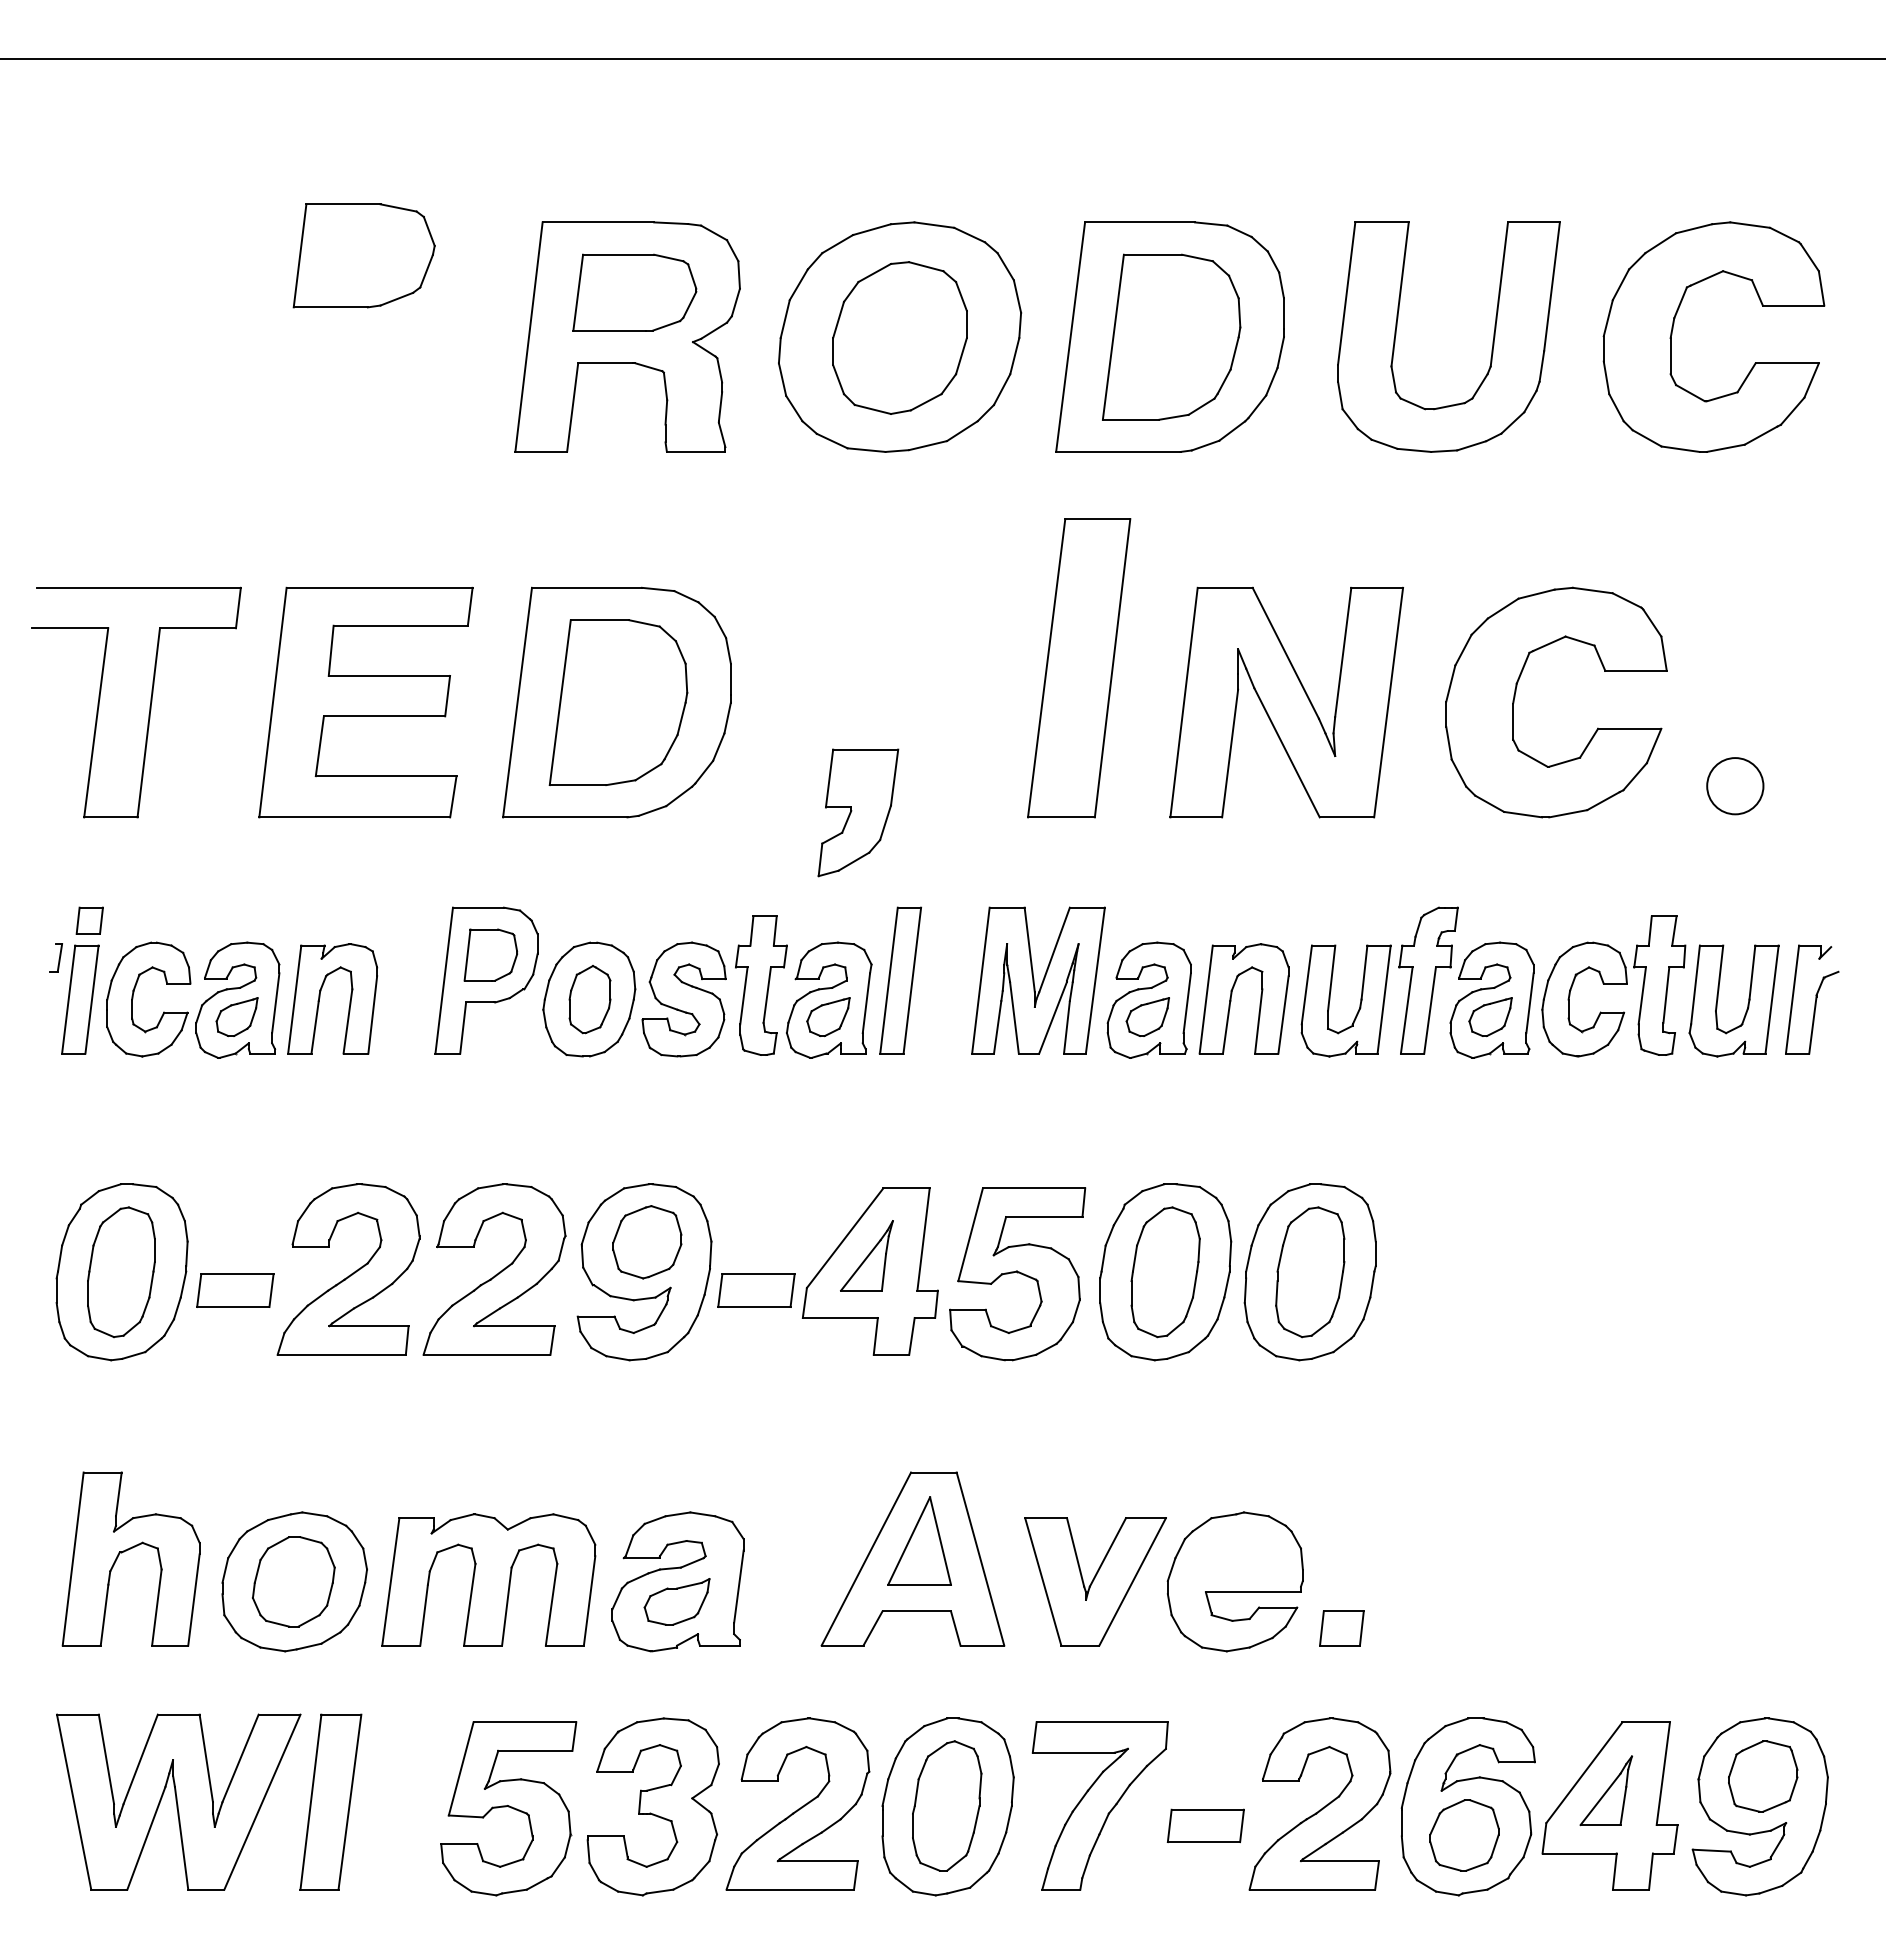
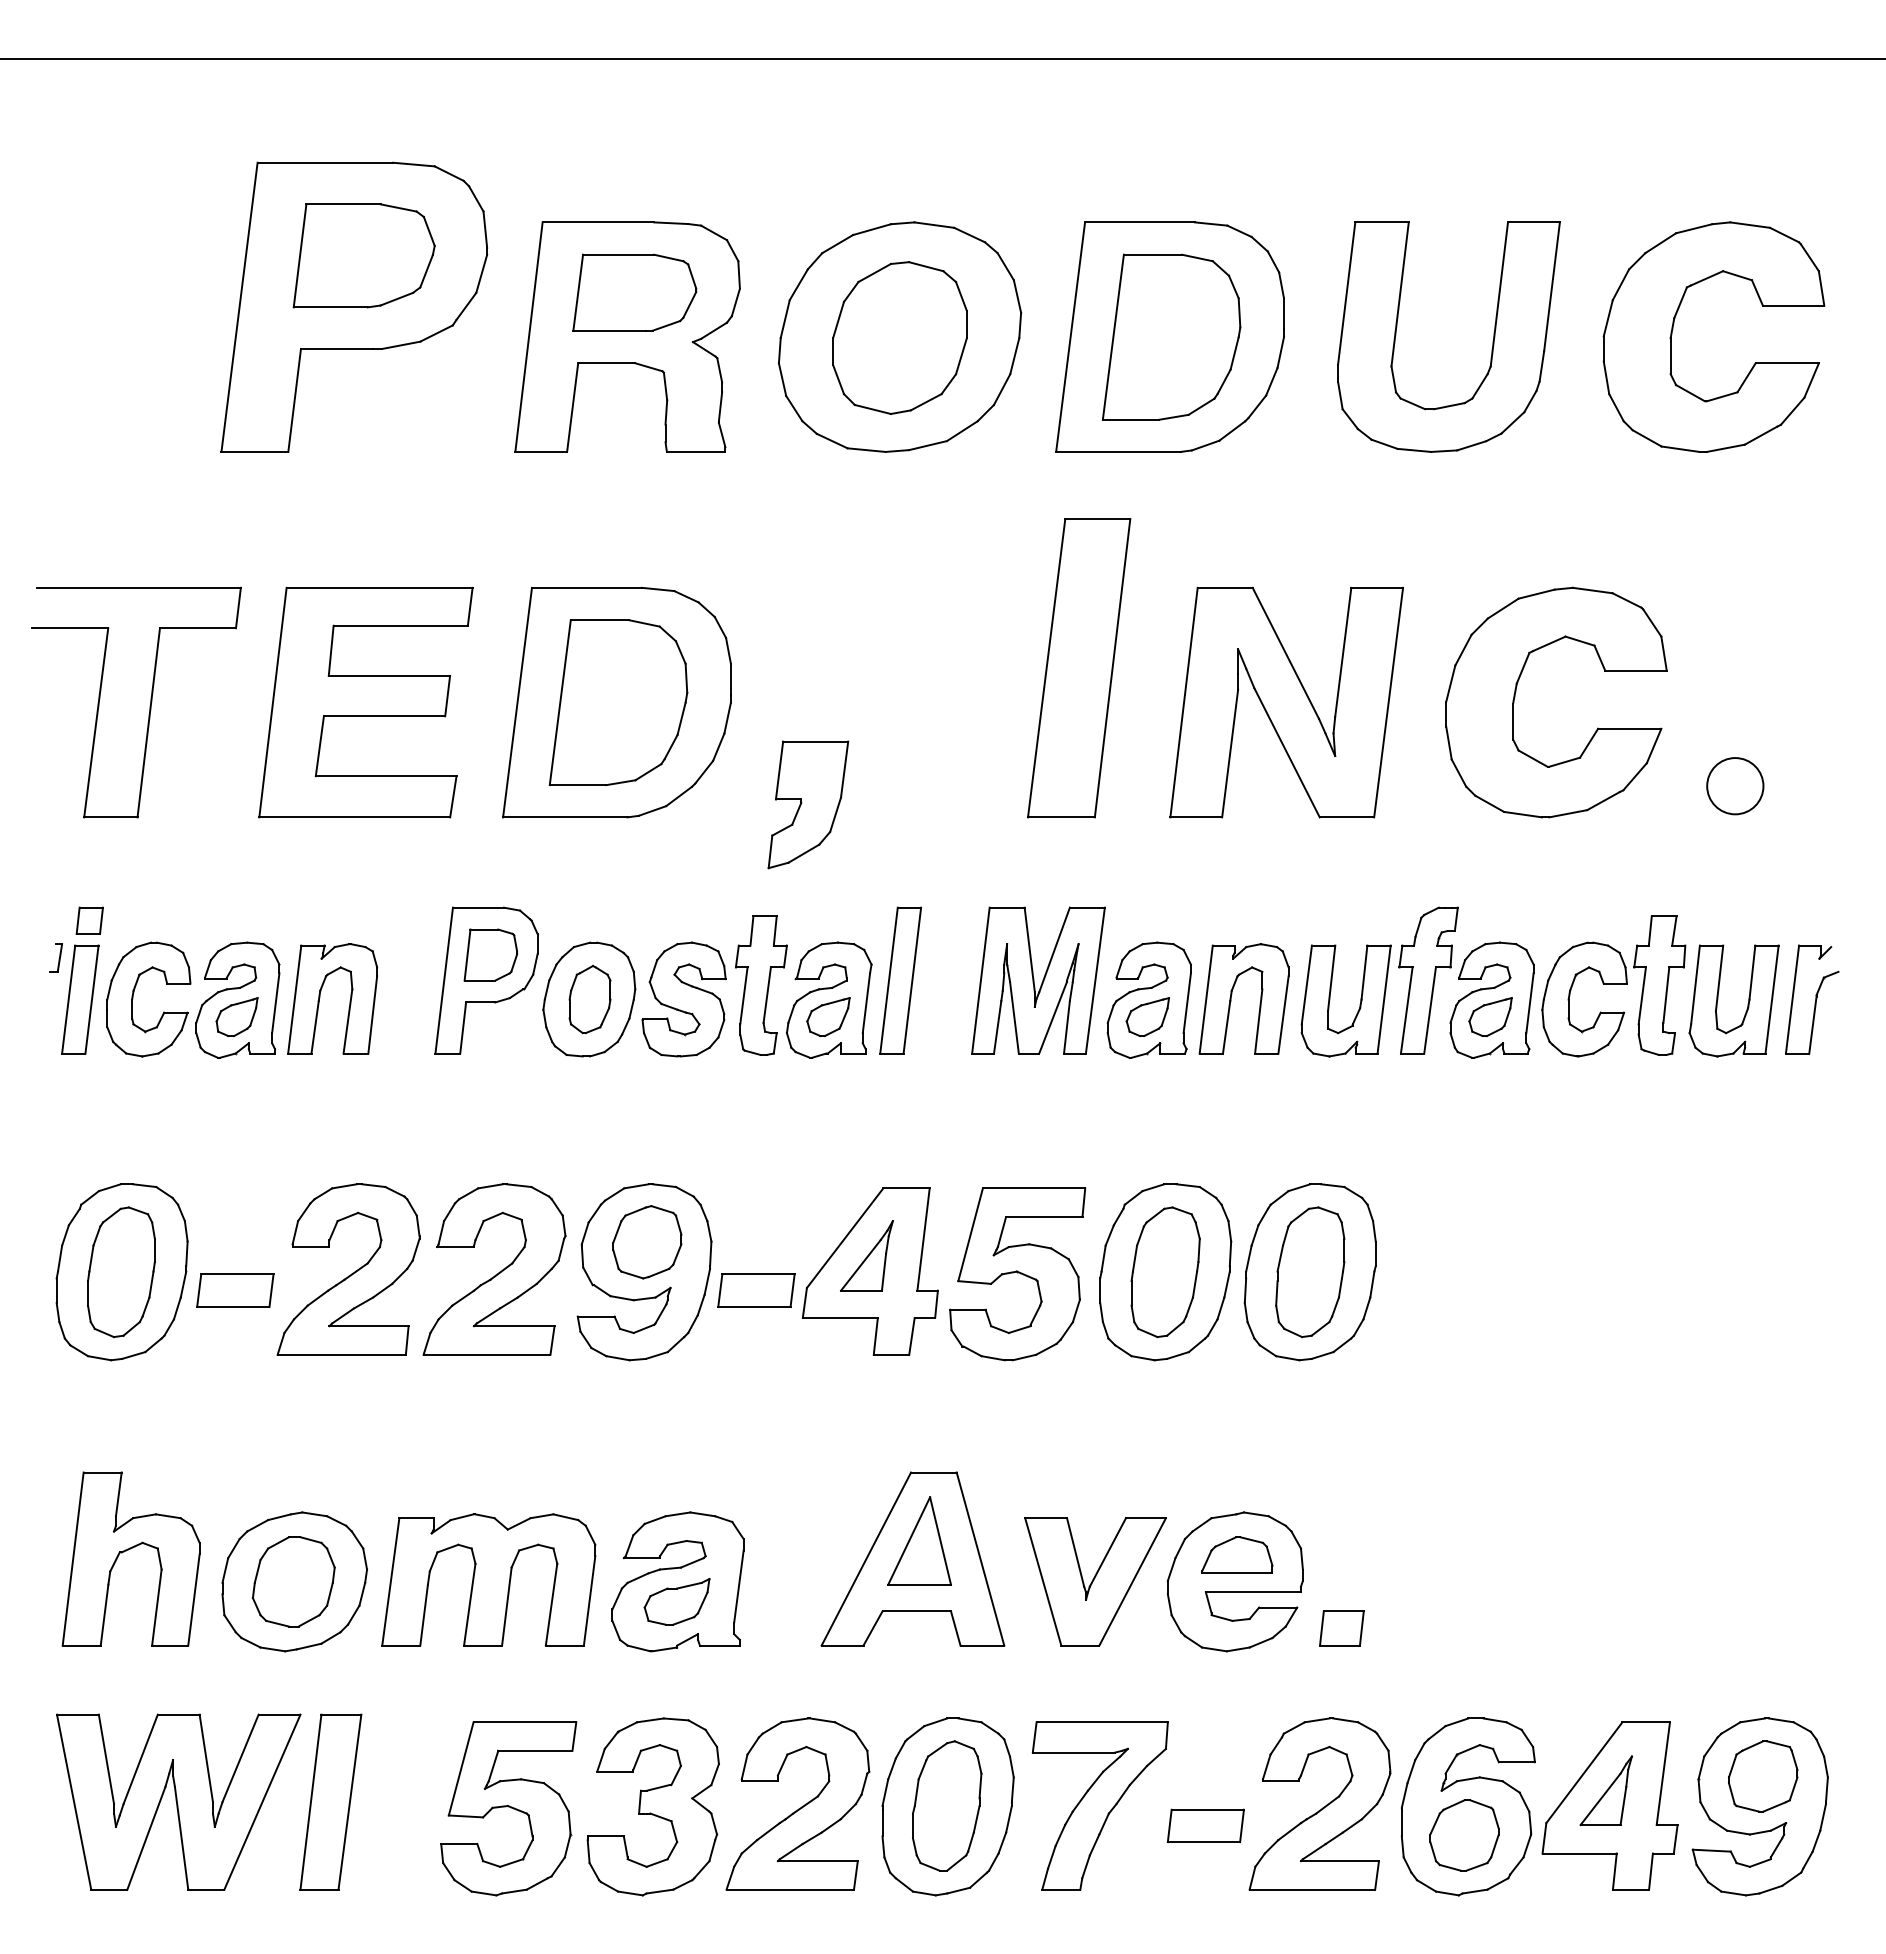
part at (354, 306): none -> present
part at (858, 812) position: (858, 812) -> (808, 804)
part at (1237, 1554): none -> present
